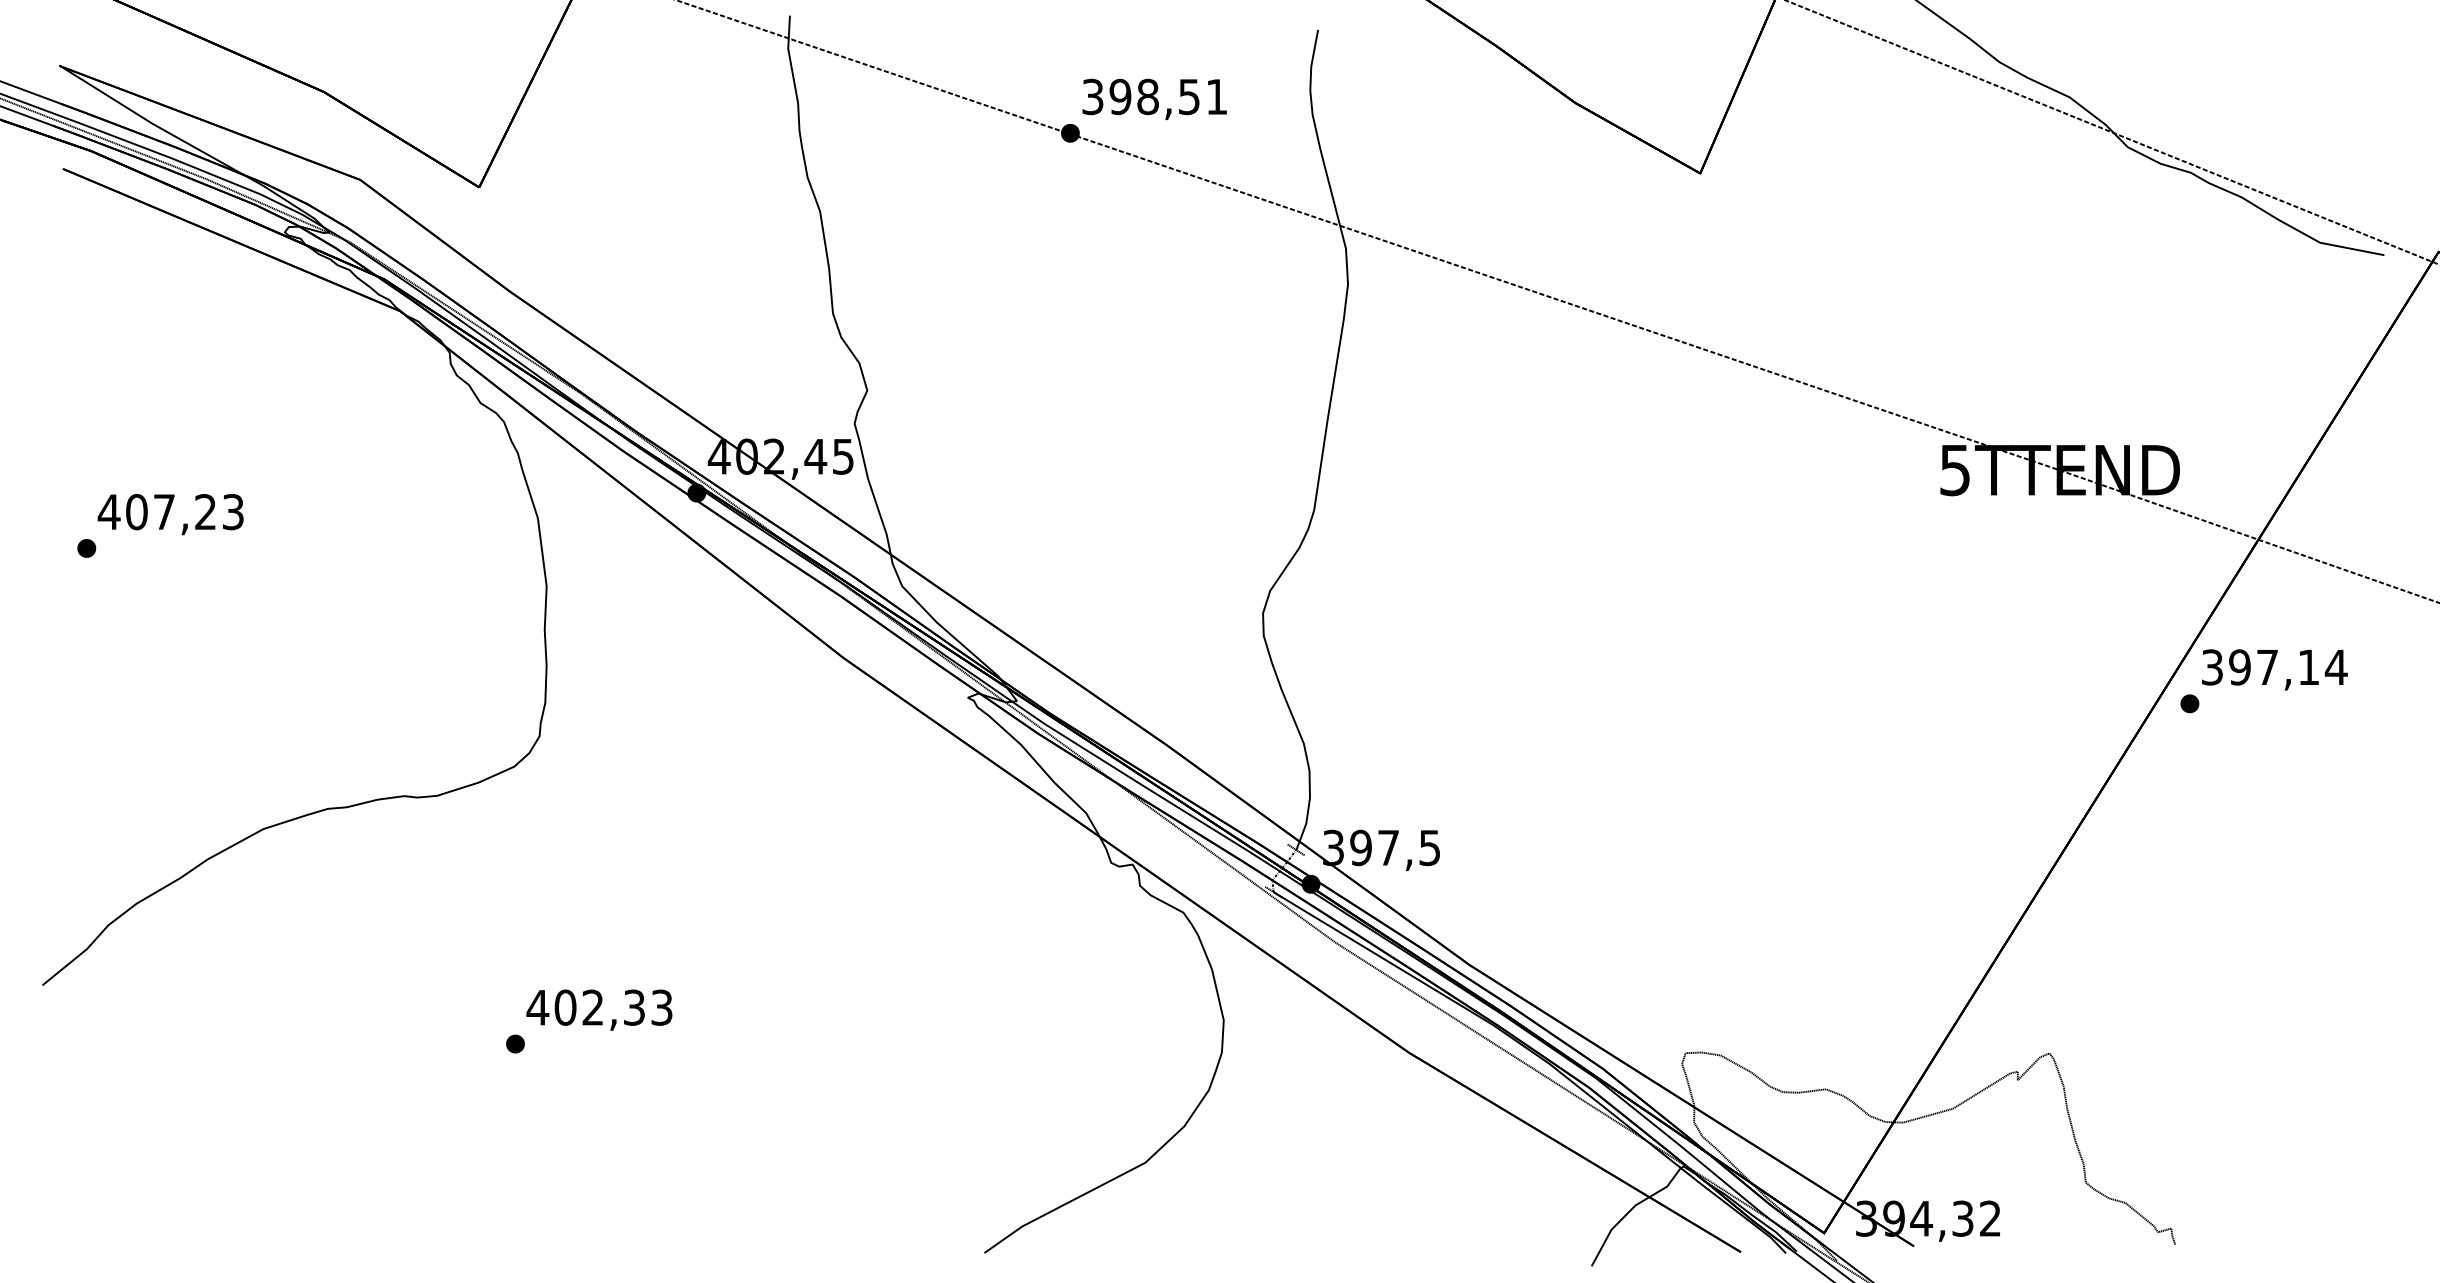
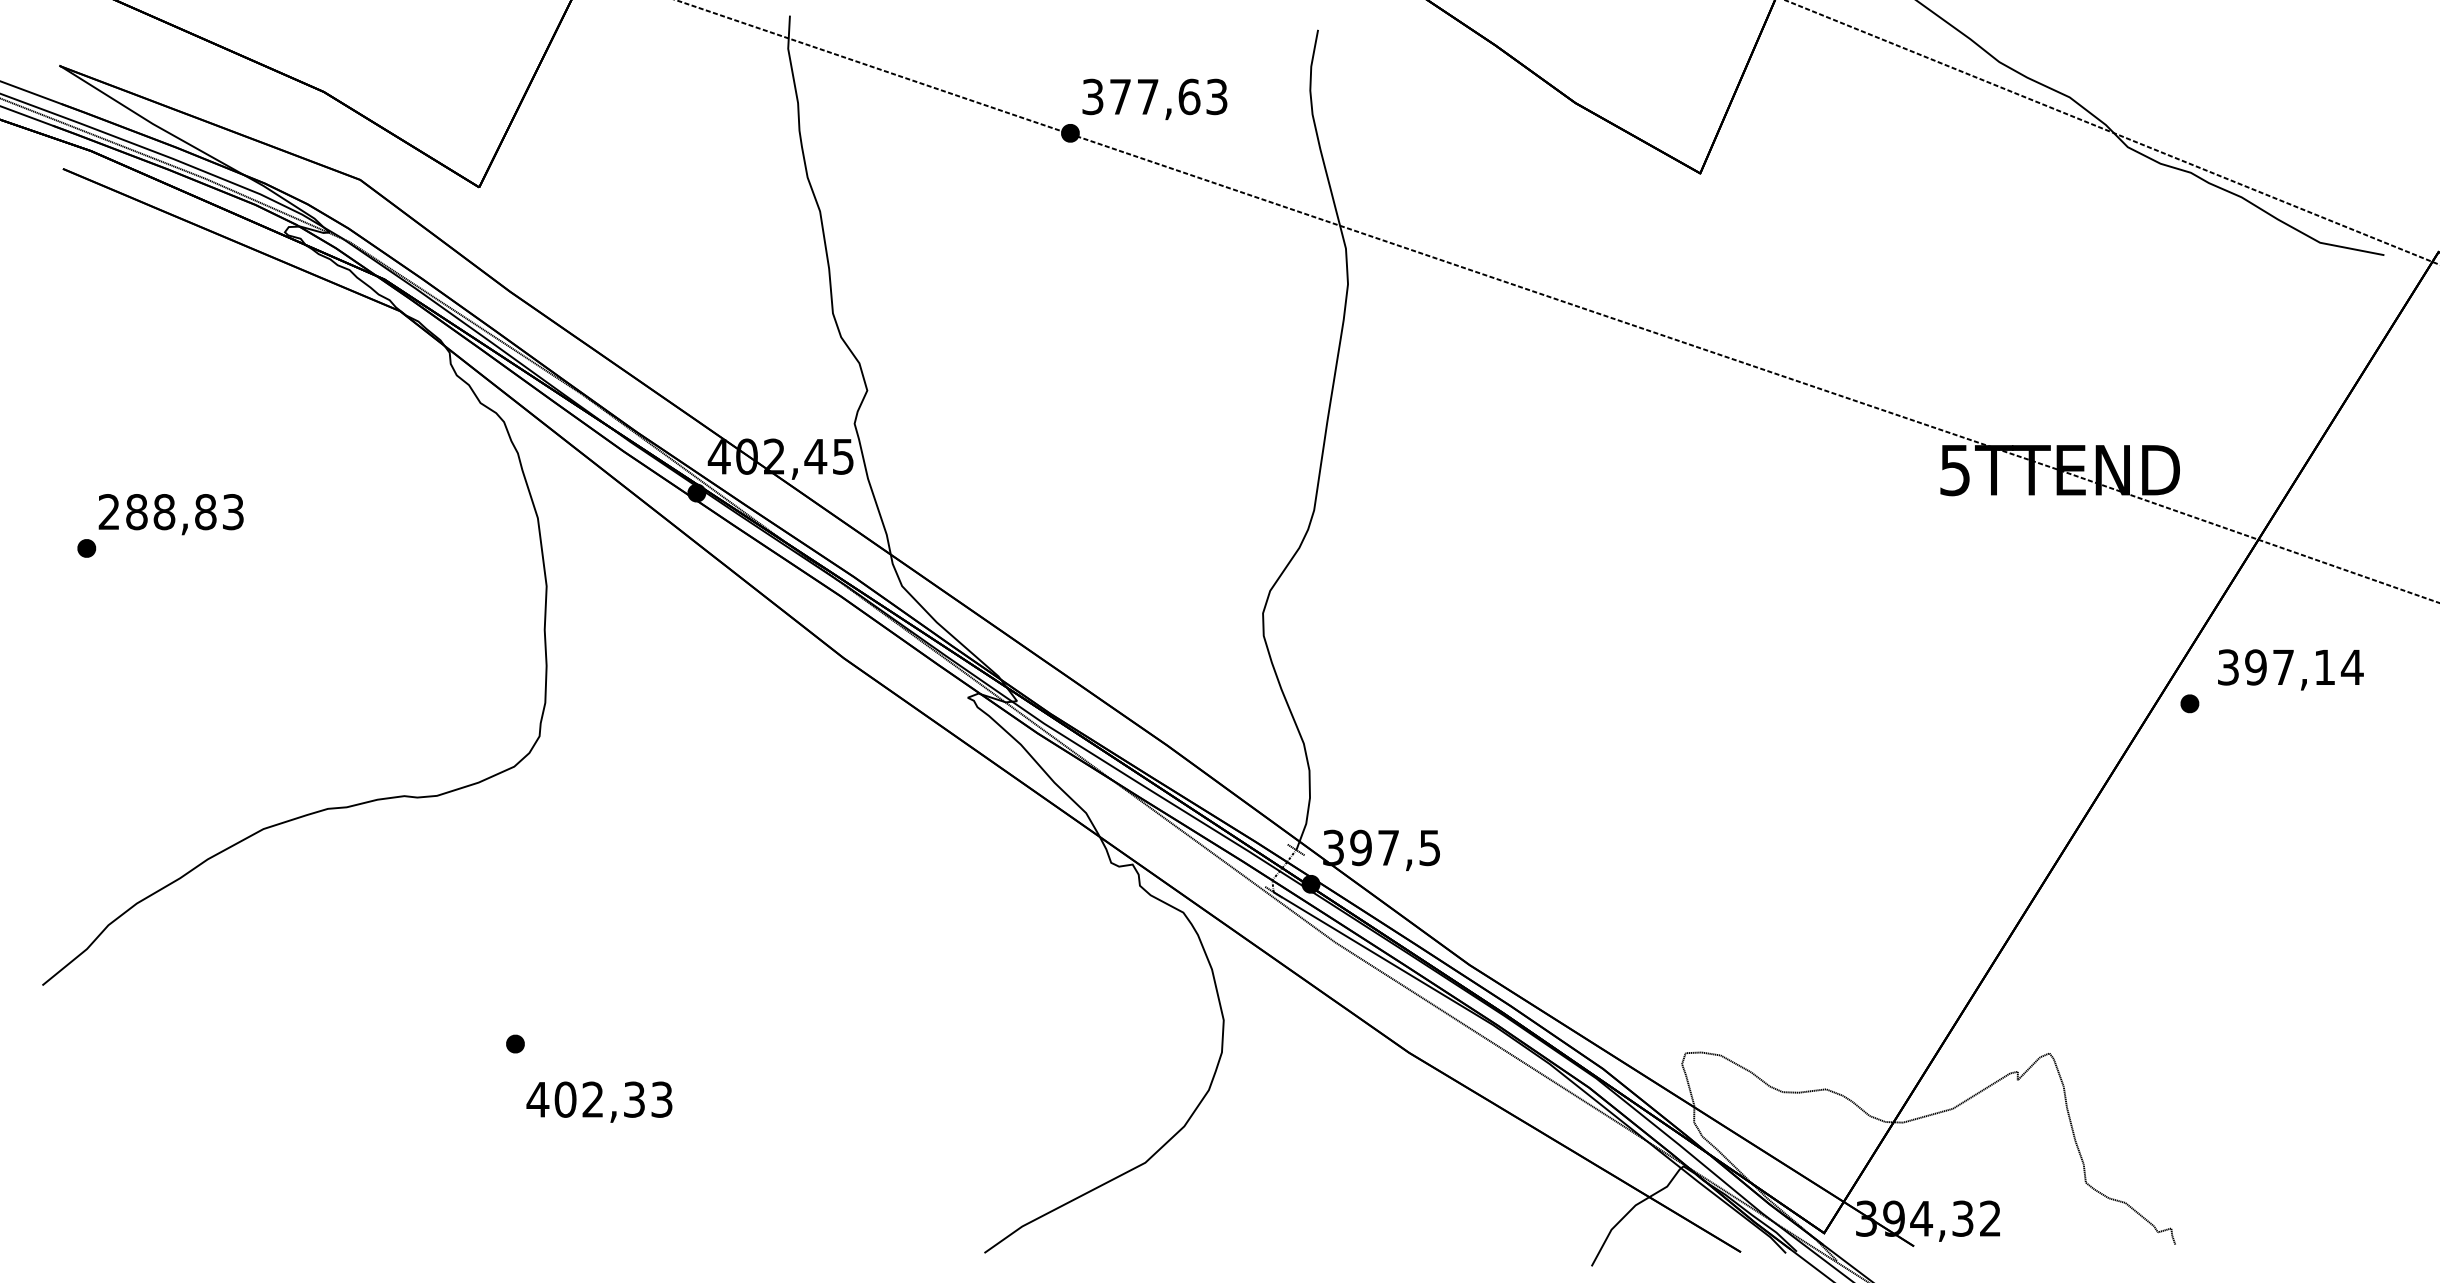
text at (1168, 96): 398,51 -> 377,63
text at (156, 512): 407,23 -> 288,83
text at (2274, 669) position: (2274, 669) -> (2290, 669)
text at (599, 1009) position: (599, 1009) -> (599, 1101)
